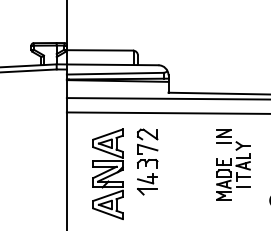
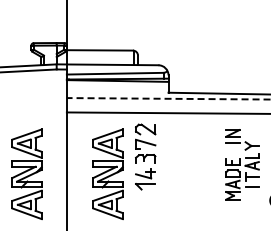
line at (168, 98): solid -> dashed
part at (147, 161) position: (147, 161) -> (145, 156)
part at (233, 164) position: (233, 164) -> (242, 164)
part at (26, 174): none -> present
